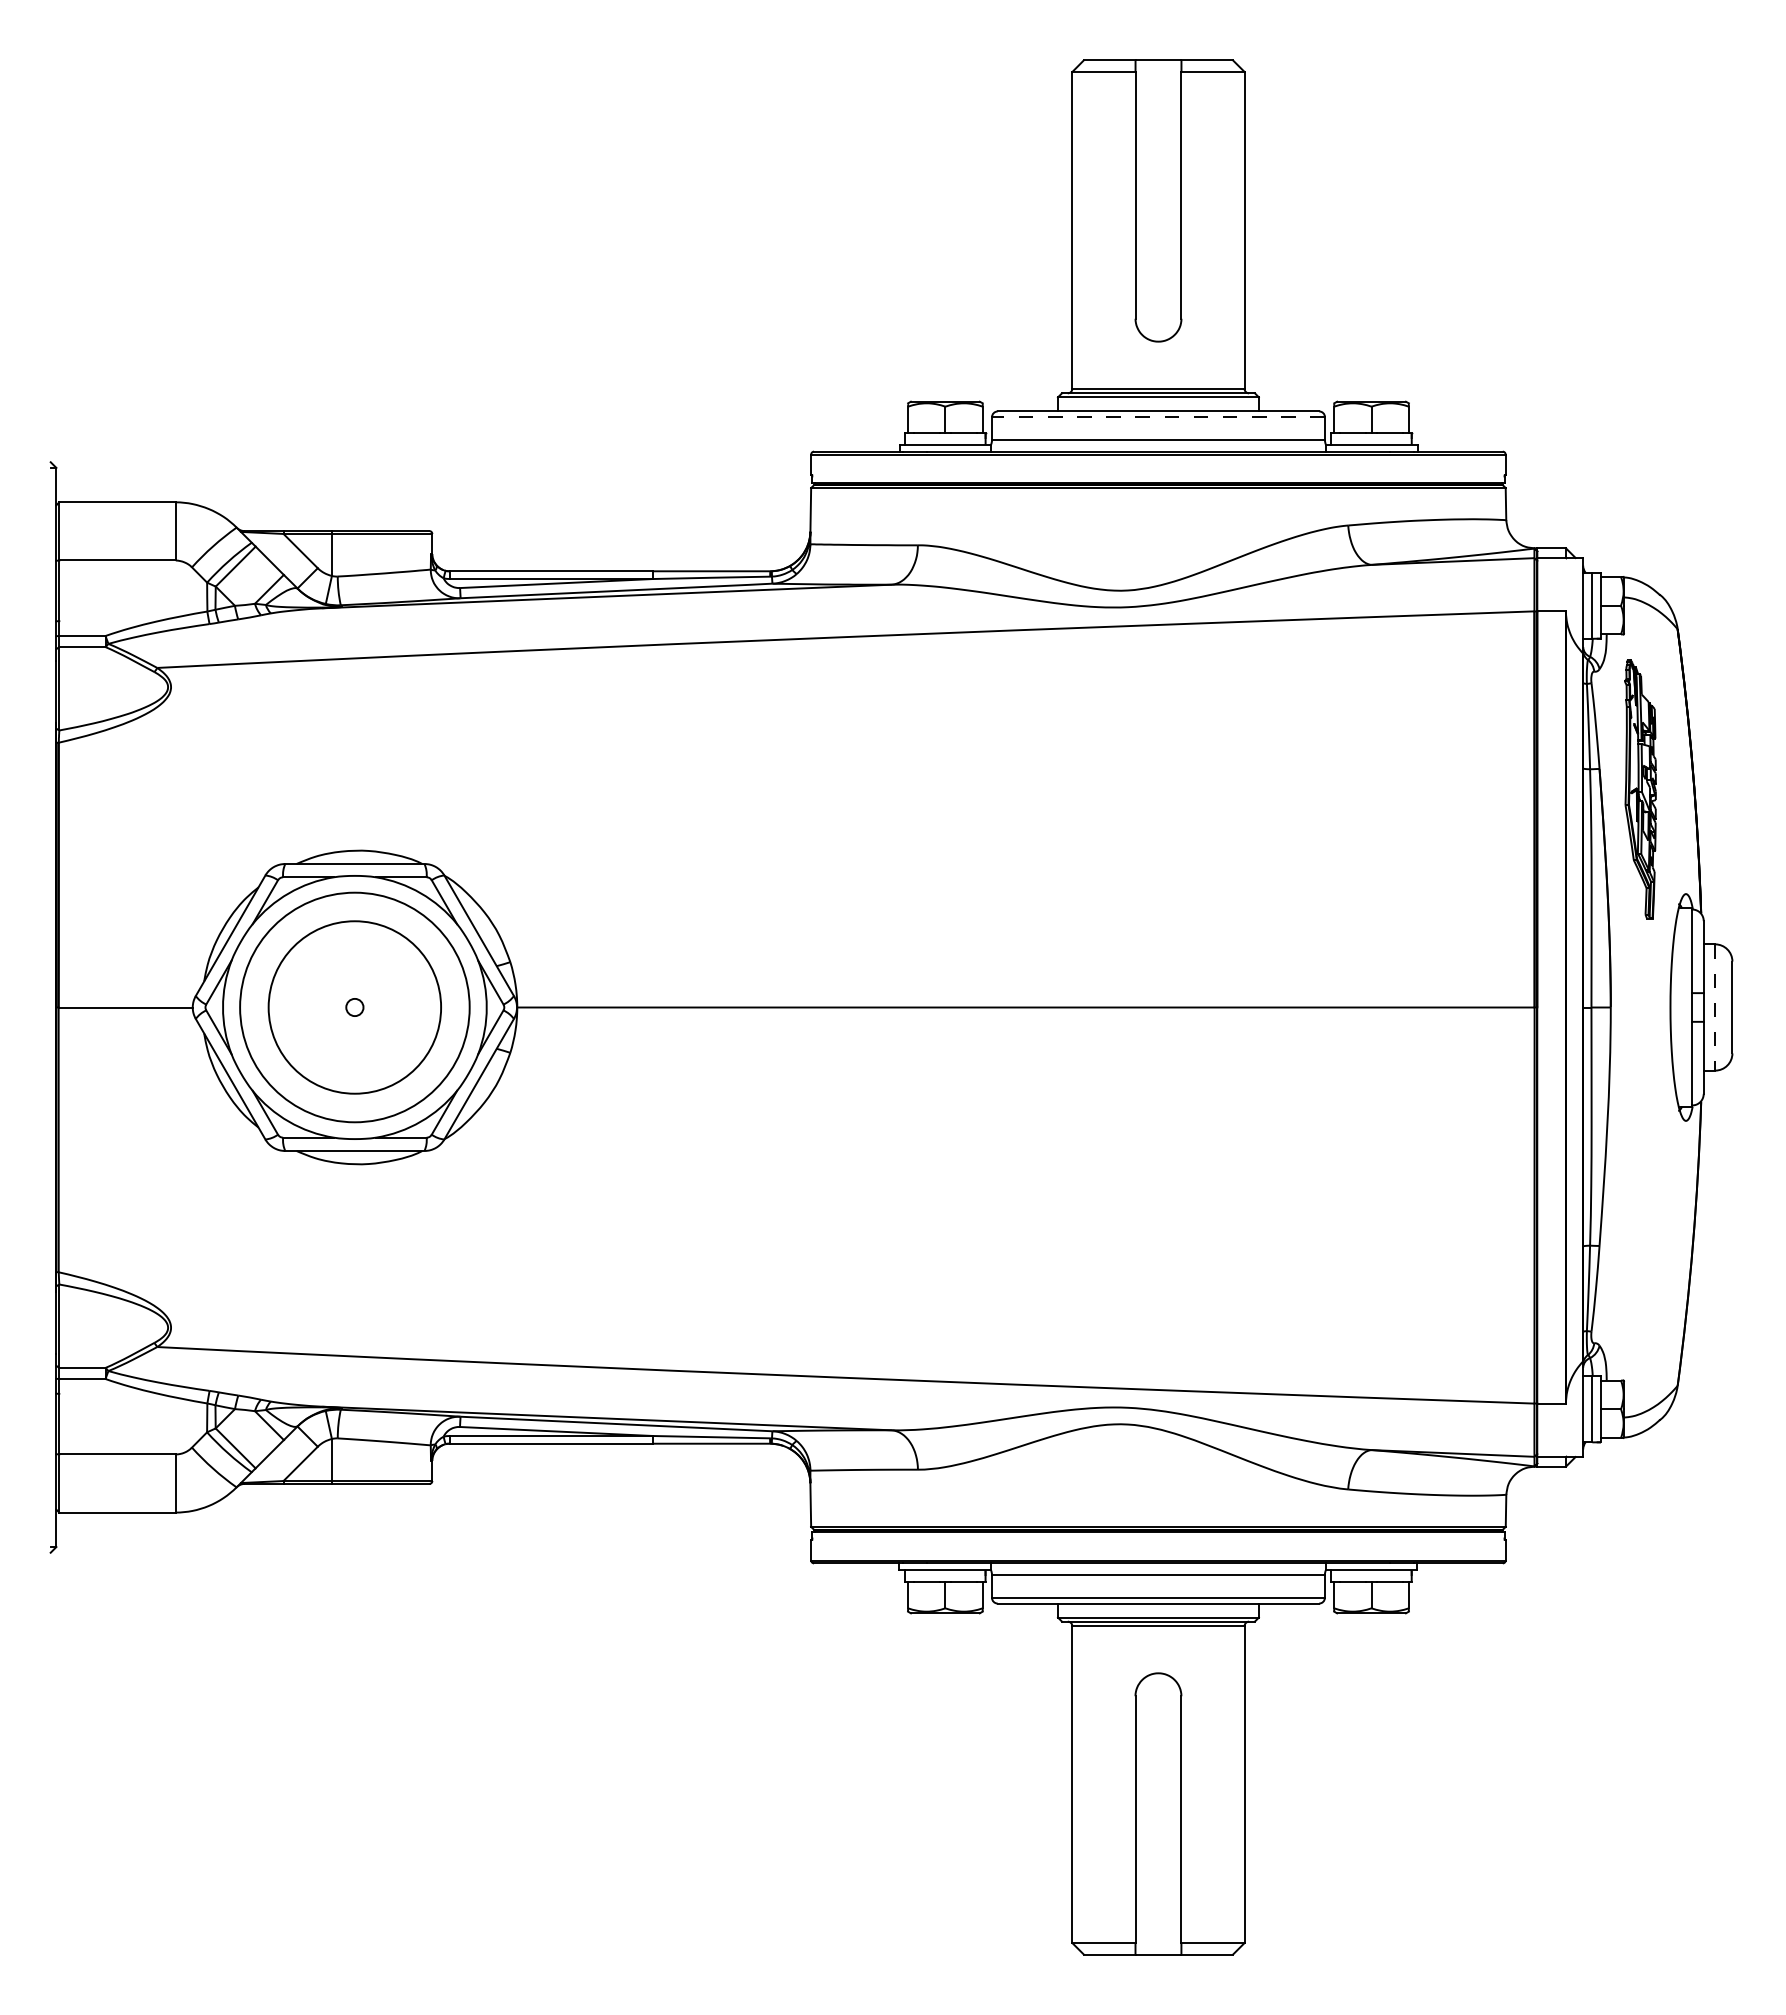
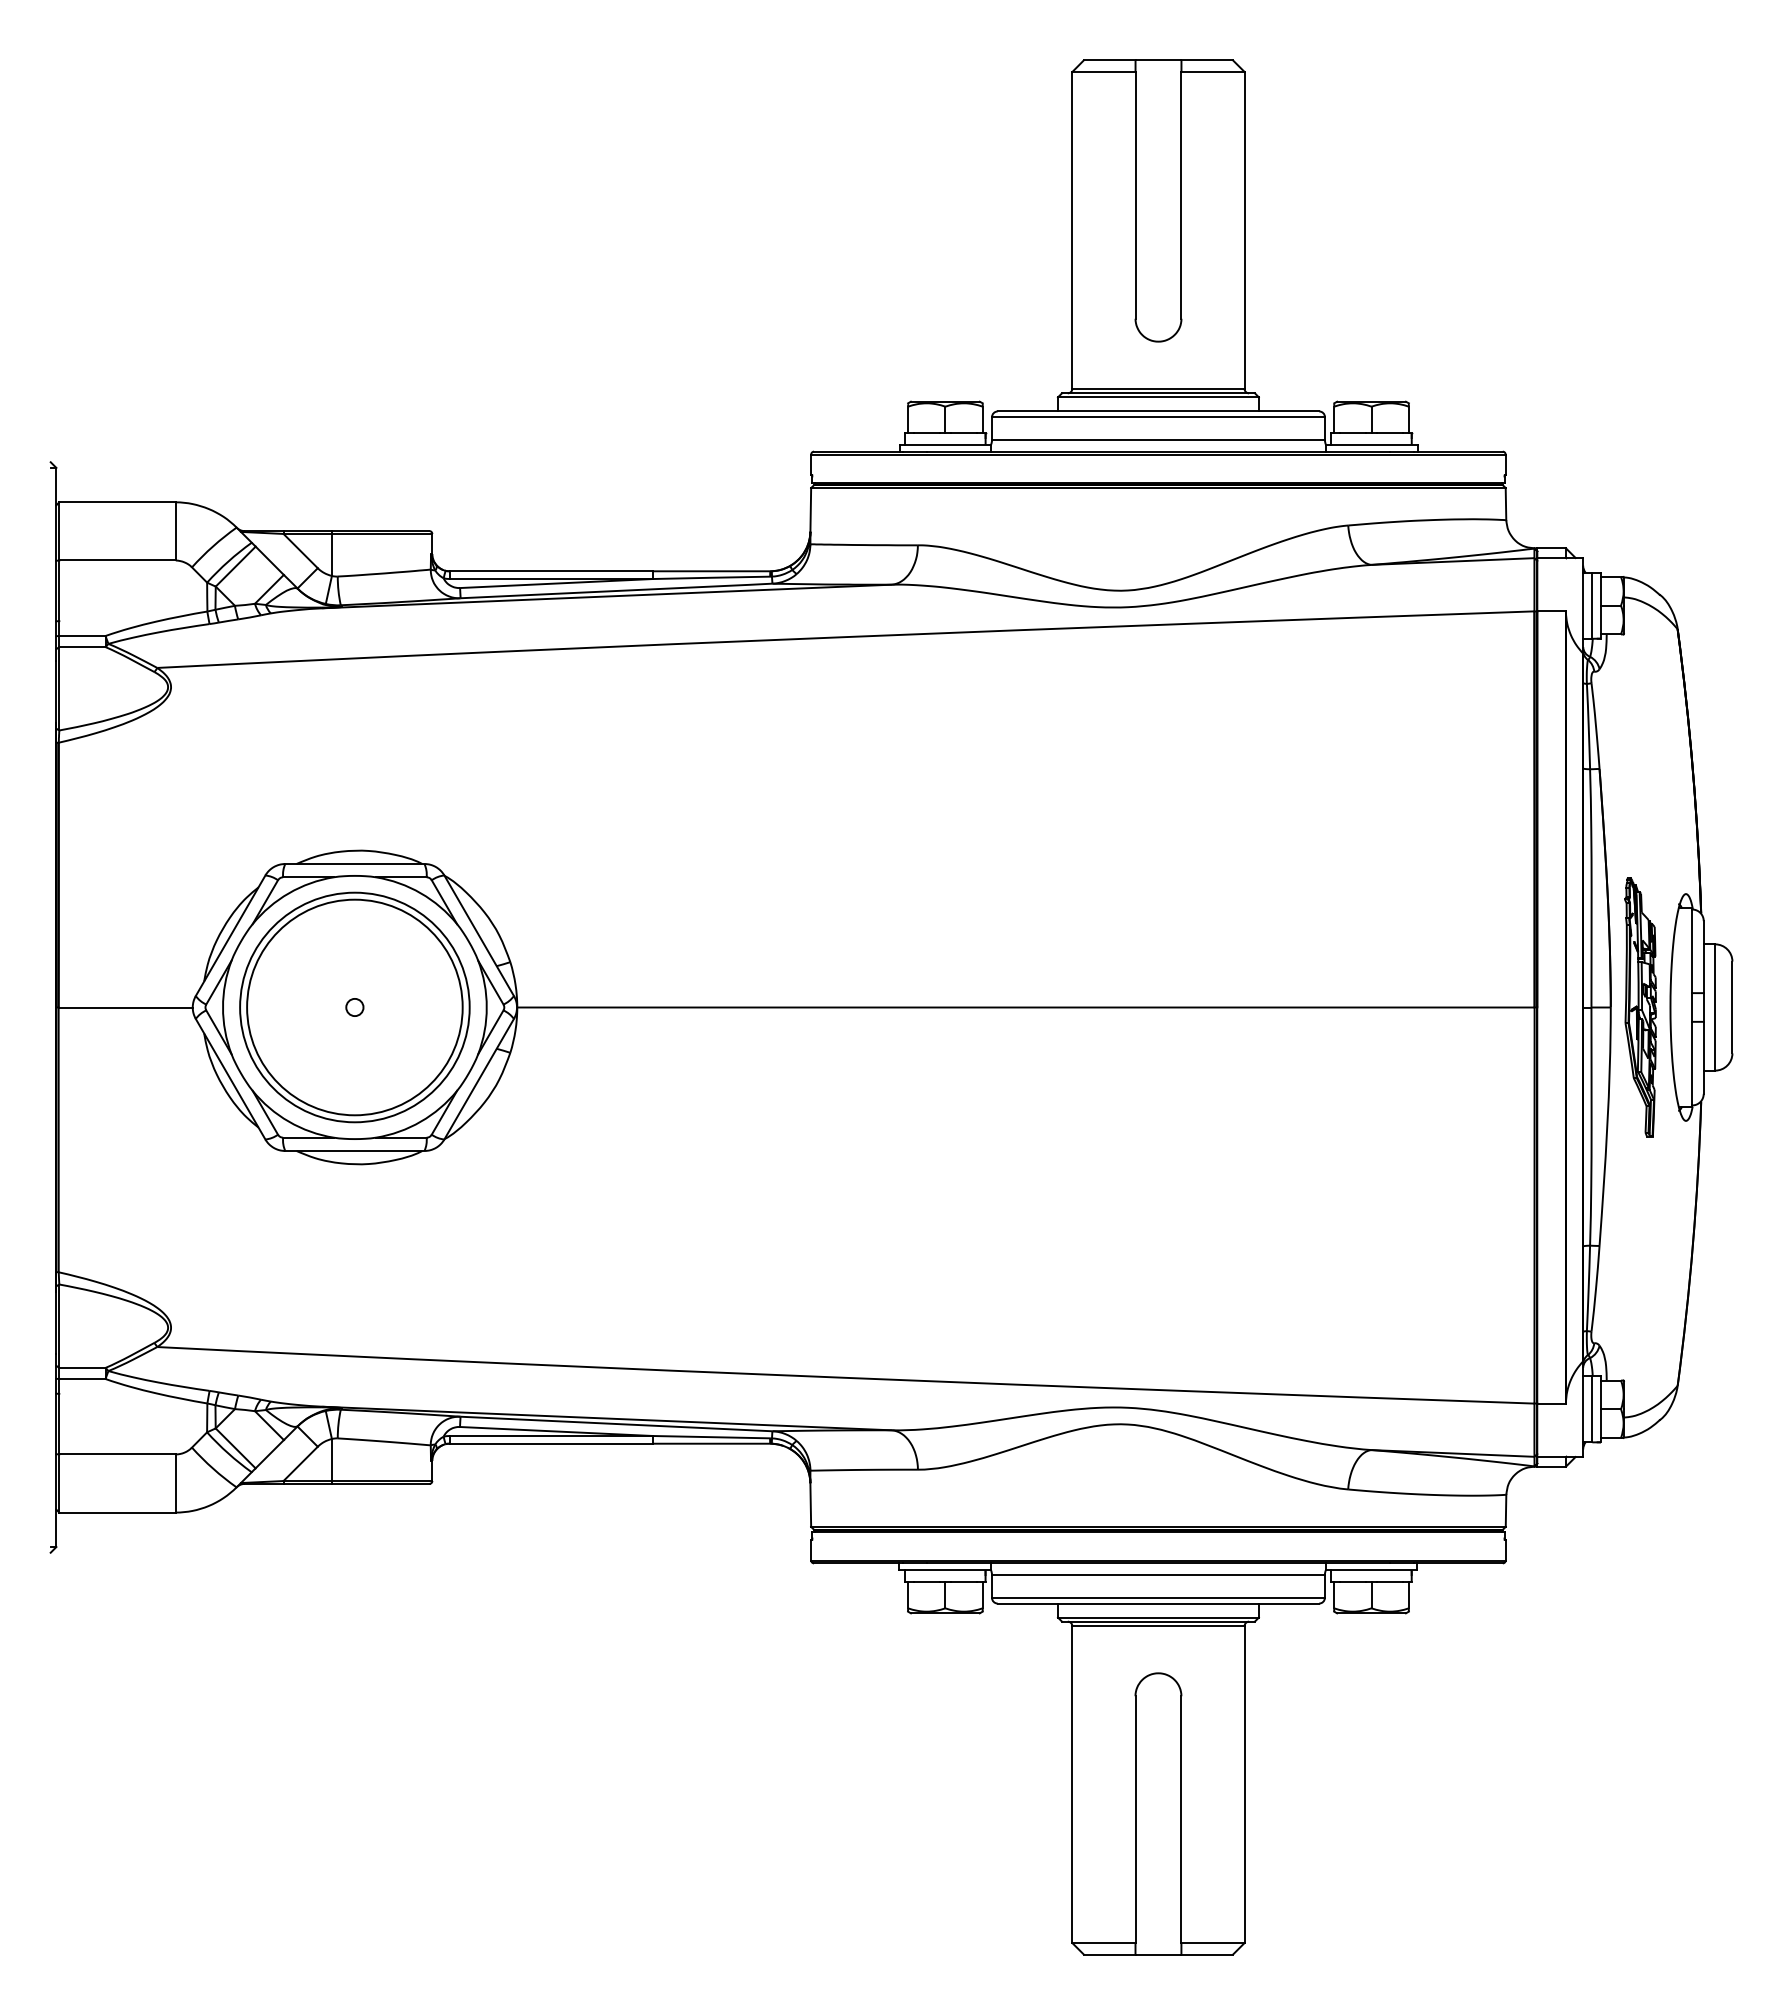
line at (1157, 417): dashed -> solid
part at (1640, 789) position: (1640, 789) -> (1640, 1007)
circle at (354, 1007) diameter: 172 px -> 216 px
line at (1715, 1007): dashed -> solid
